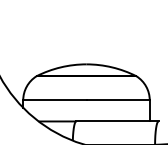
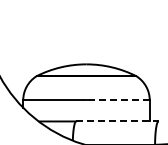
line at (118, 100): solid -> dashed
line at (117, 121): solid -> dashed
